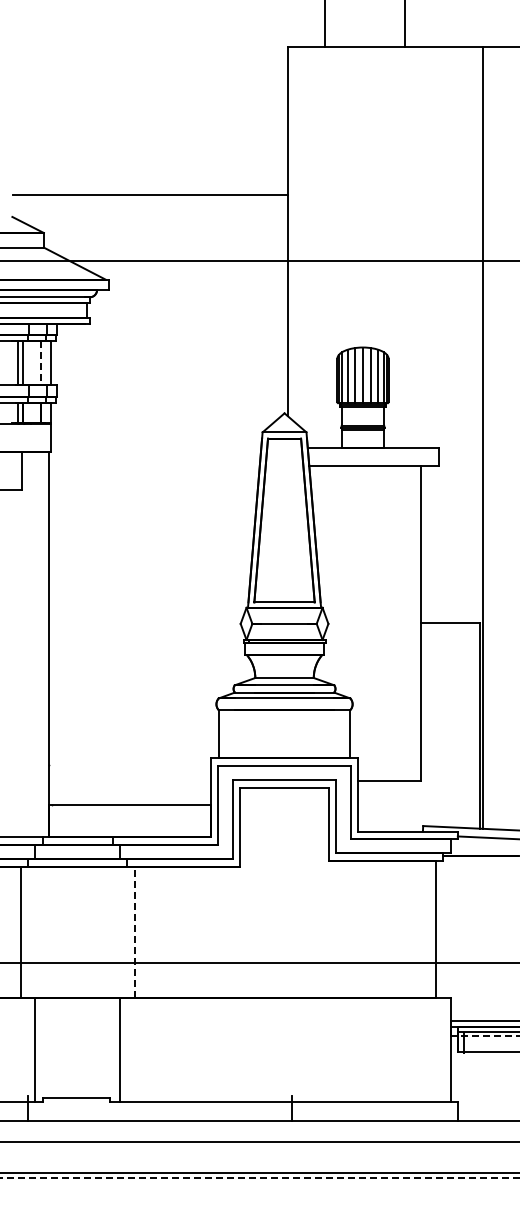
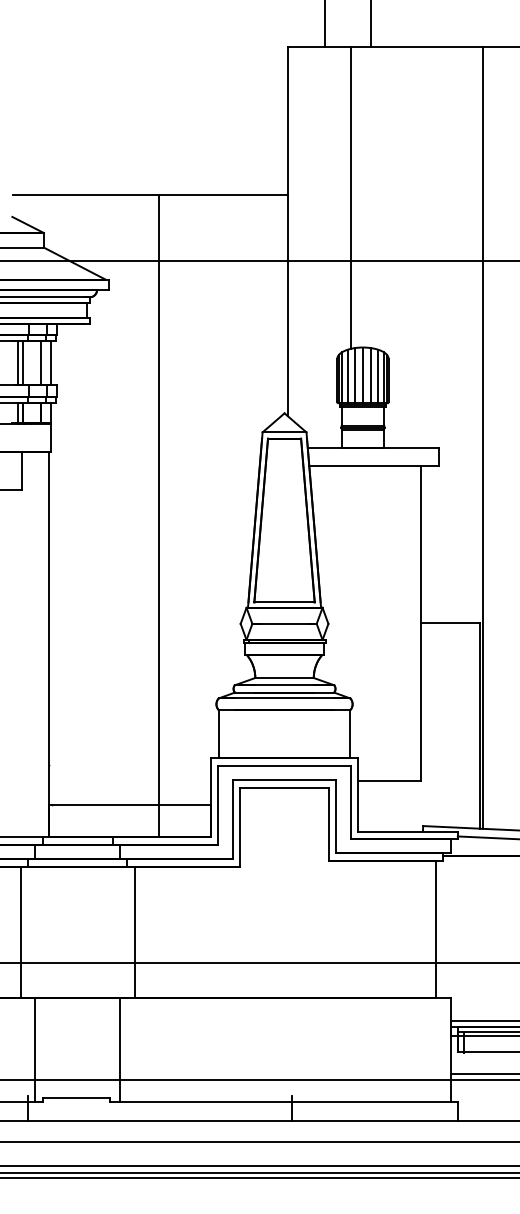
line at (405, 24) position: (405, 24) -> (371, 24)
line at (351, 197): none -> present
line at (41, 363): dashed -> solid
line at (159, 515): none -> present
line at (134, 932): dashed -> solid
line at (488, 1036): dashed -> solid
line at (483, 1074): none -> present
line at (259, 1079): none -> present
line at (259, 1165): none -> present
line at (260, 1177): dashed -> solid
